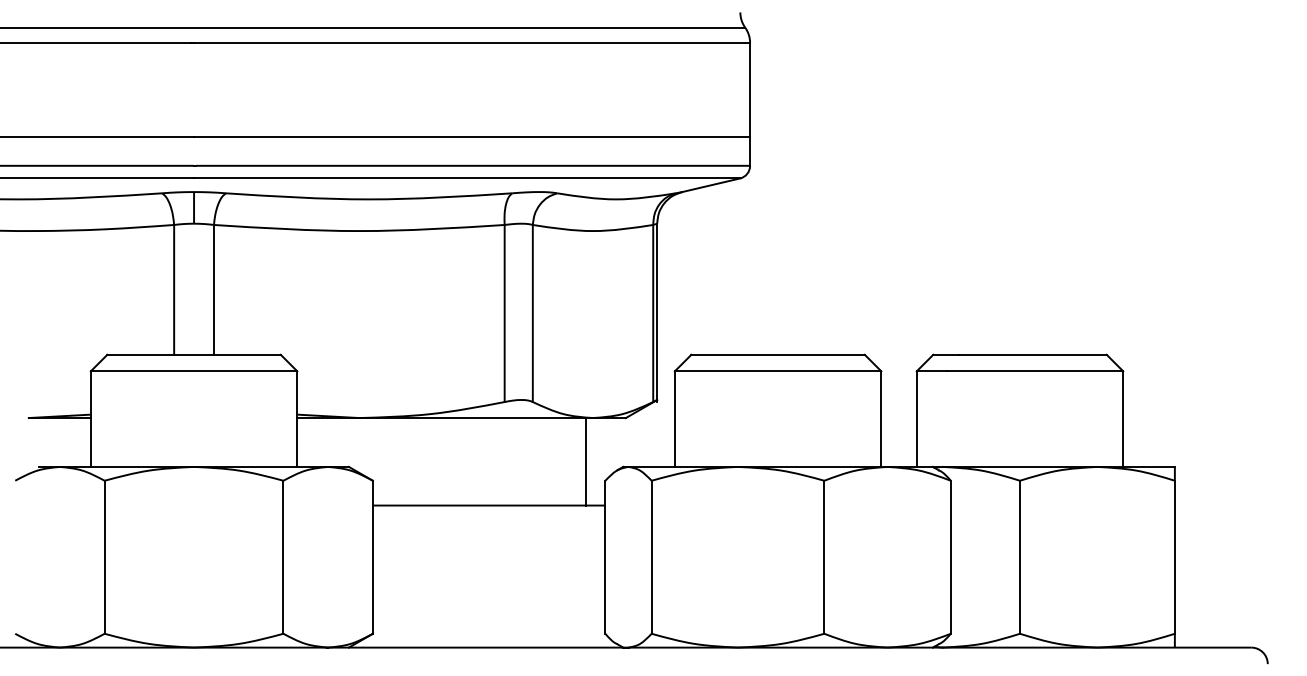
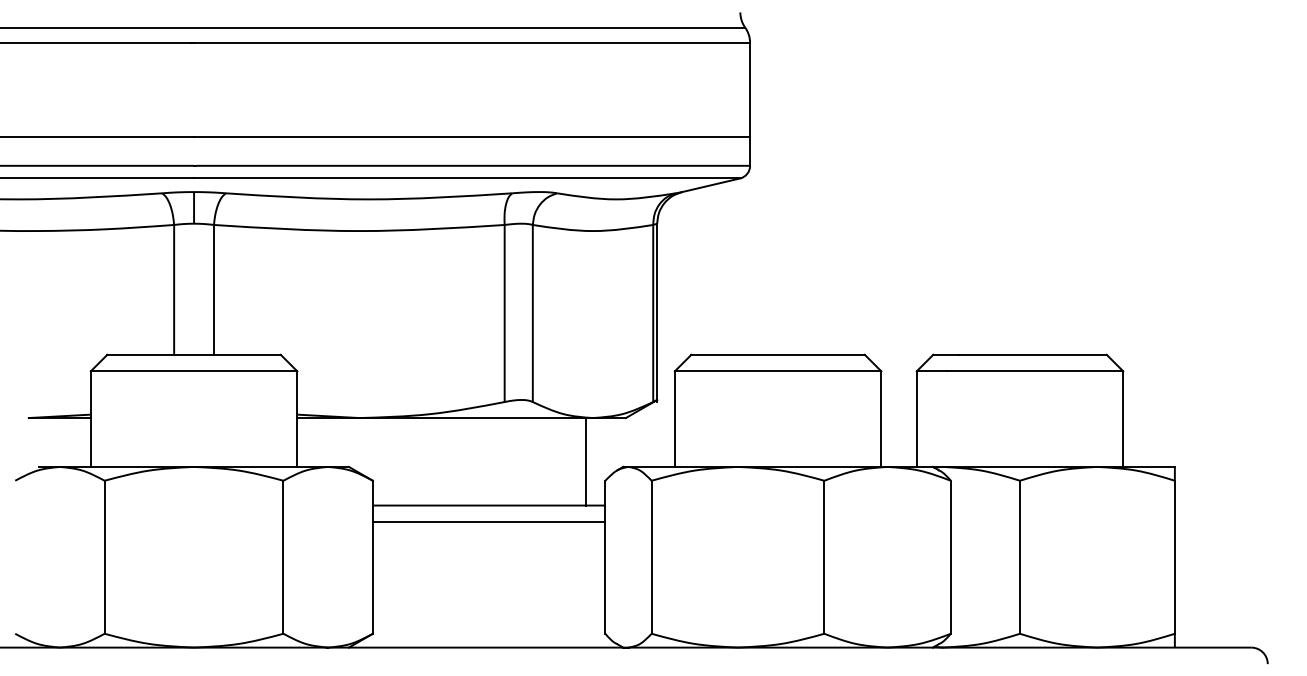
line at (488, 522): none -> present
